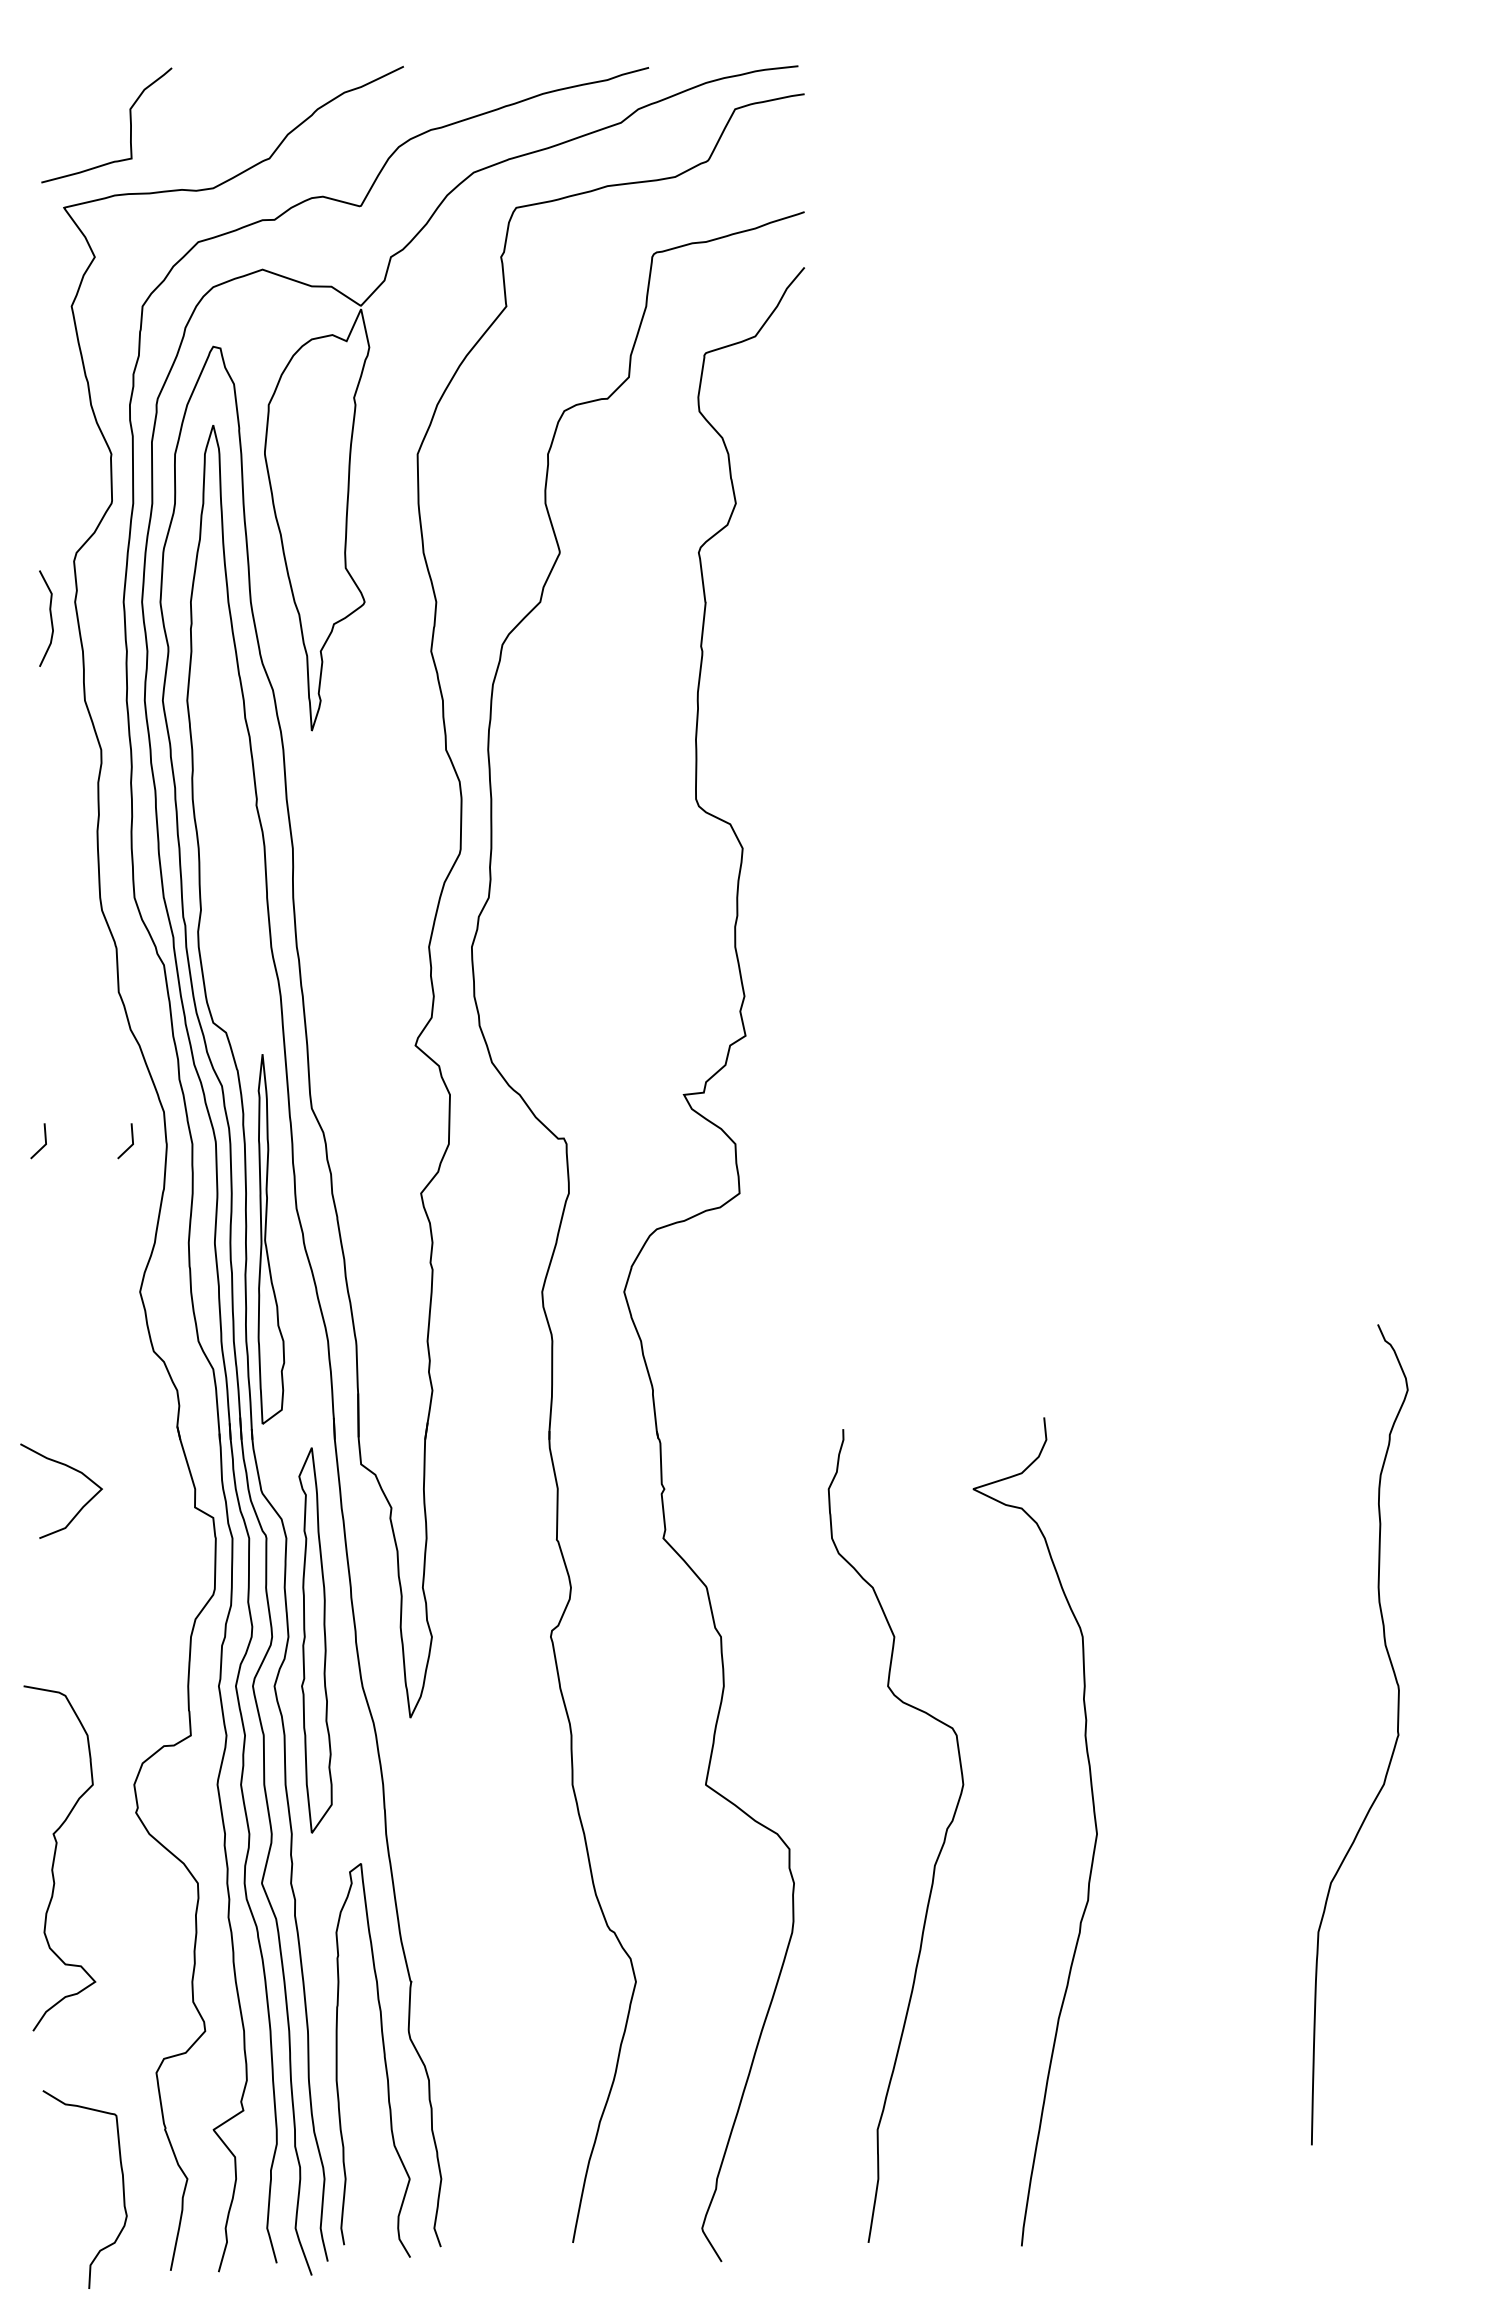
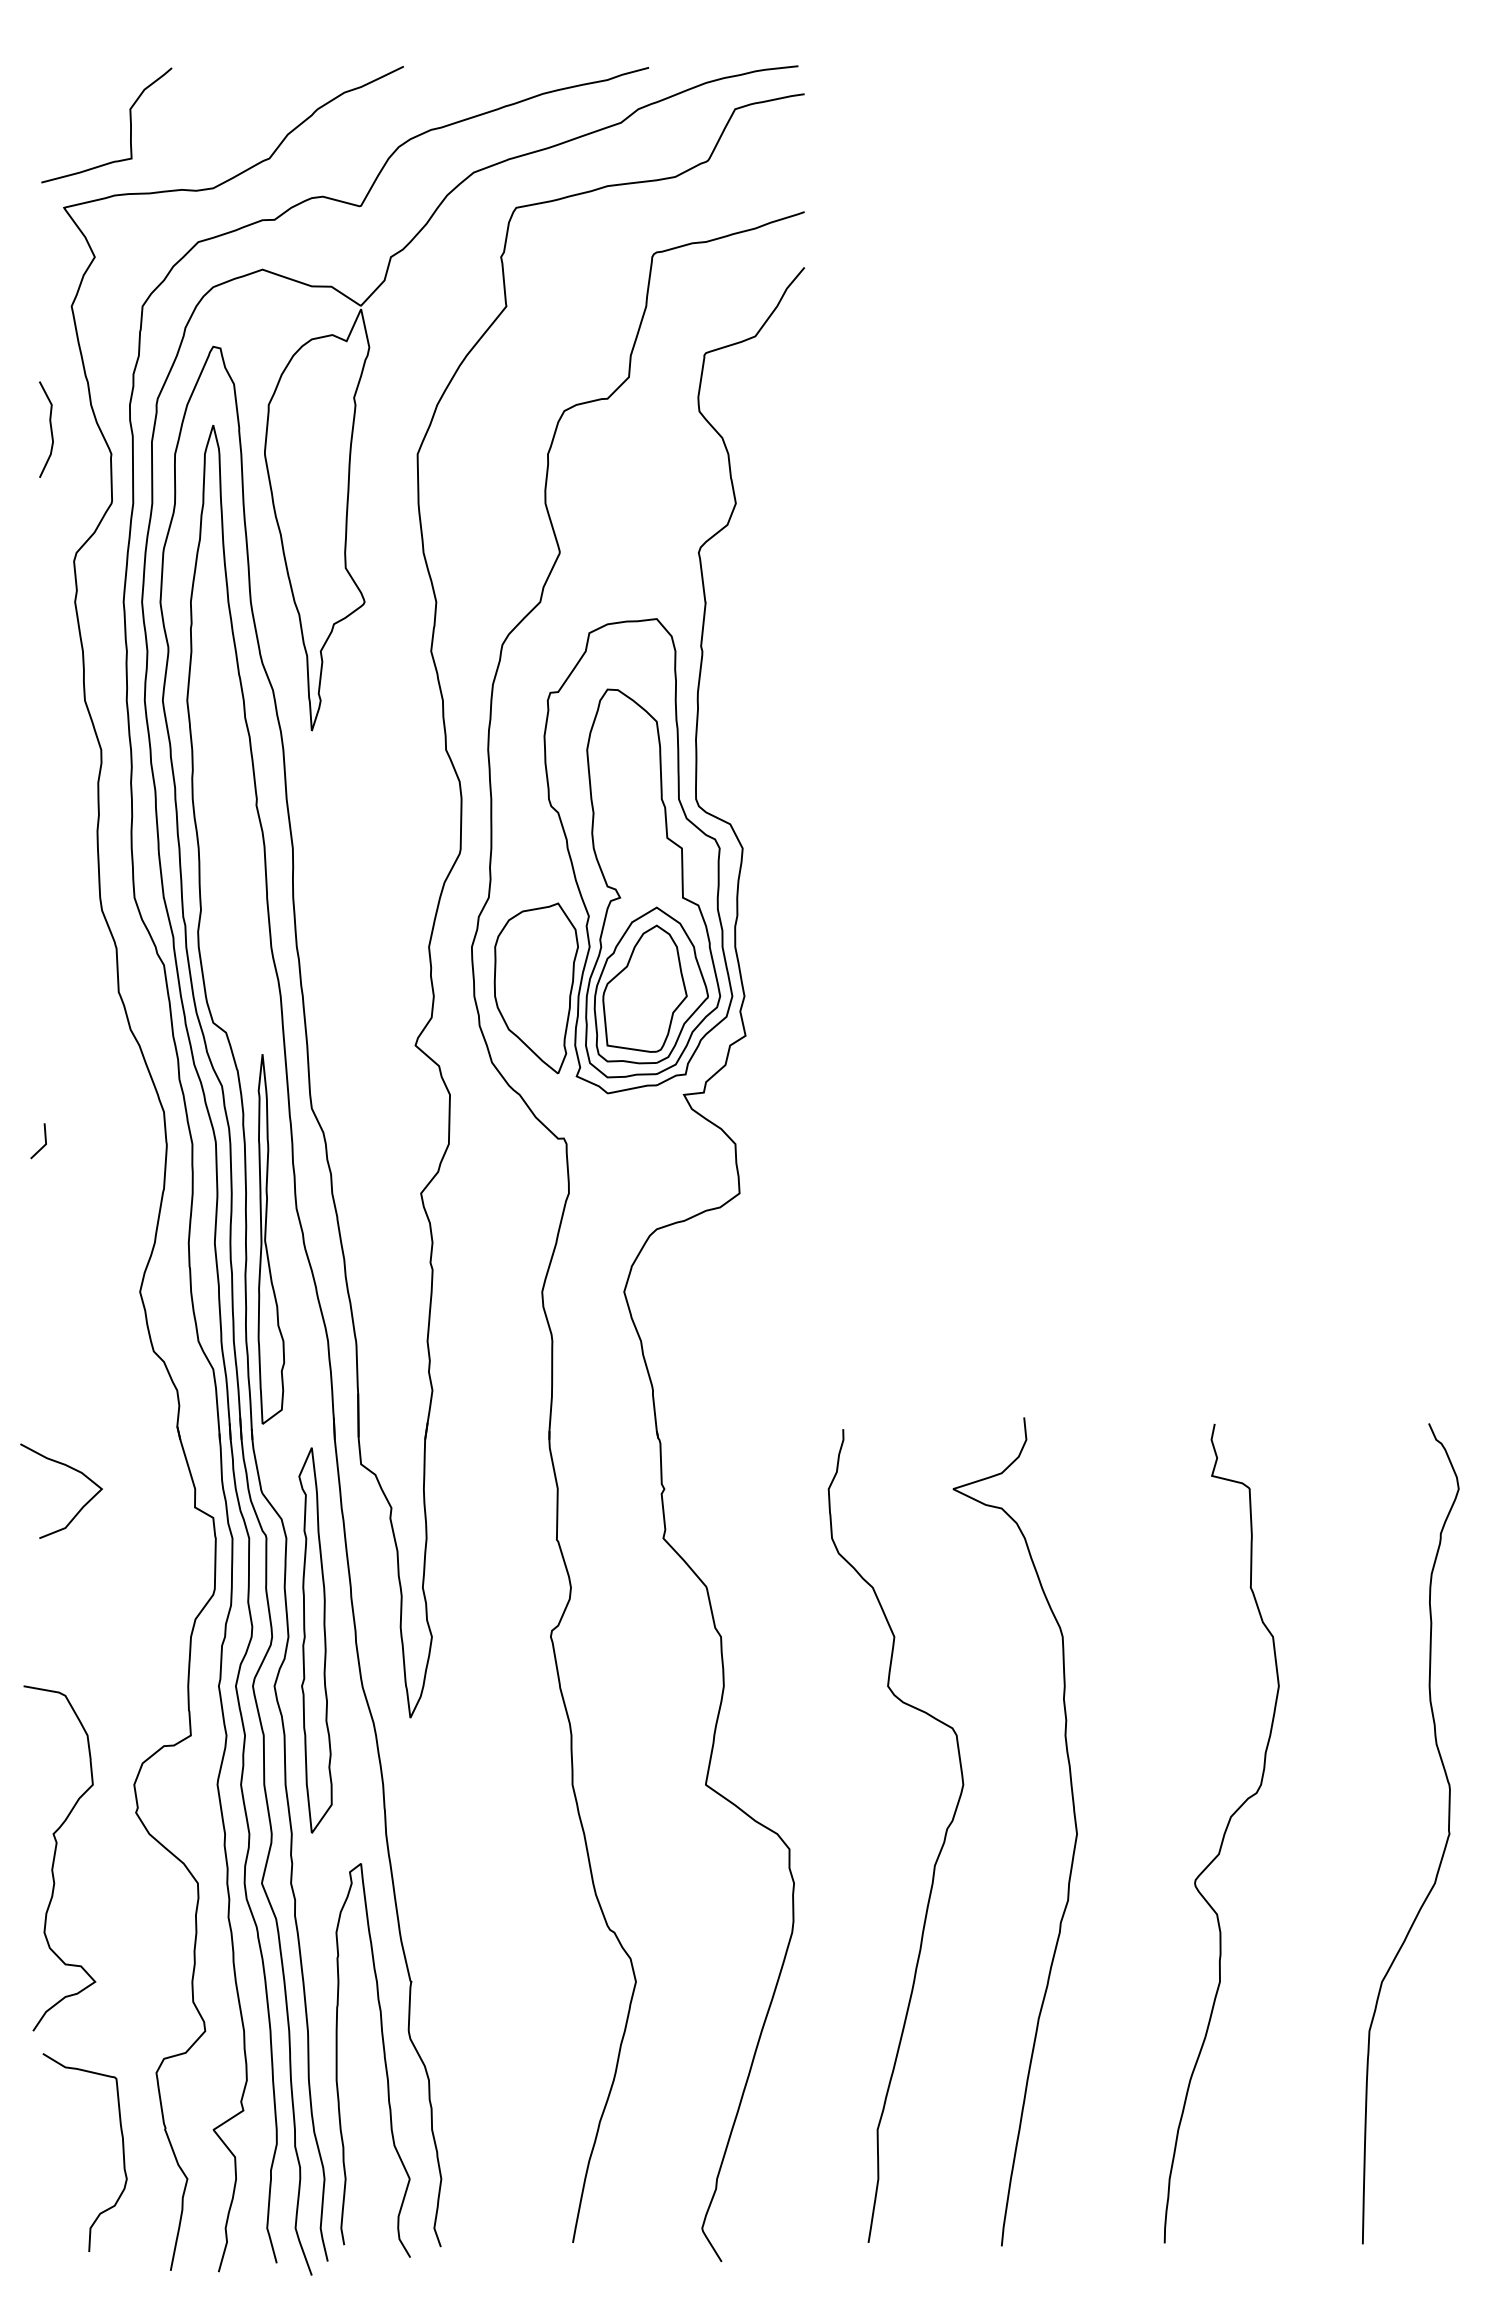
curve at (50, 618) position: (50, 618) -> (50, 429)
part at (613, 856): none -> present
line at (131, 1139): present -> none
curve at (1394, 1743) position: (1394, 1743) -> (1445, 1842)
curve at (1094, 1823) position: (1094, 1823) -> (1074, 1823)
curve at (1223, 1833): none -> present
curve at (122, 2189) position: (122, 2189) -> (122, 2152)
